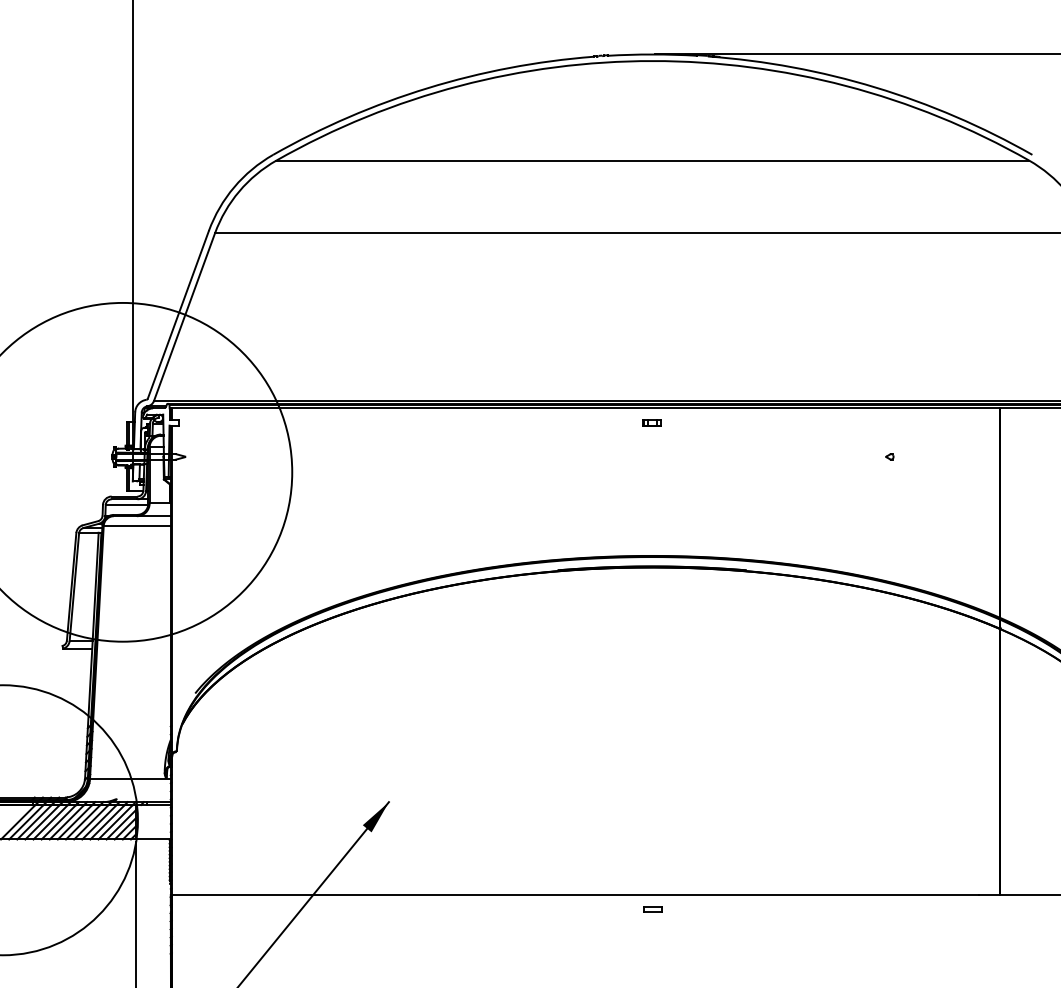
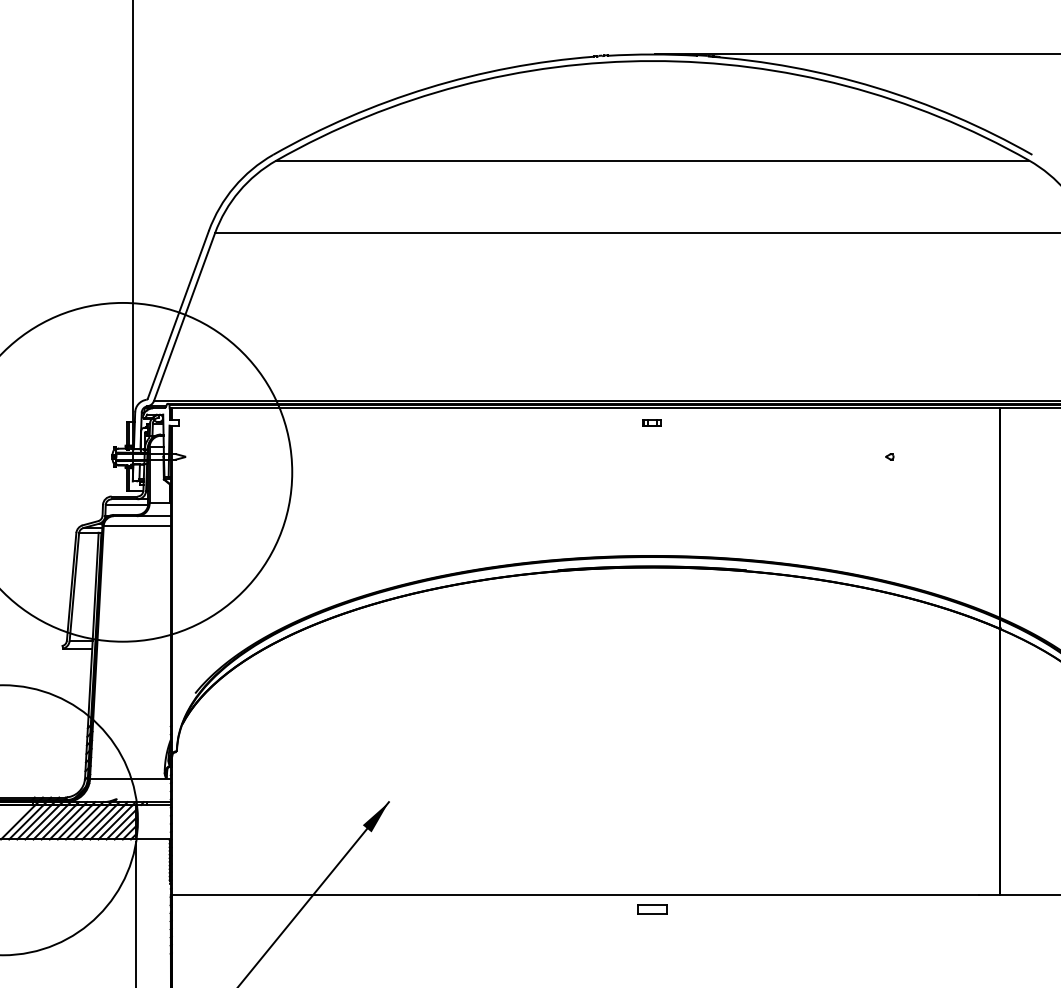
part at (652, 909) size: 20x7 px -> 31x11 px
